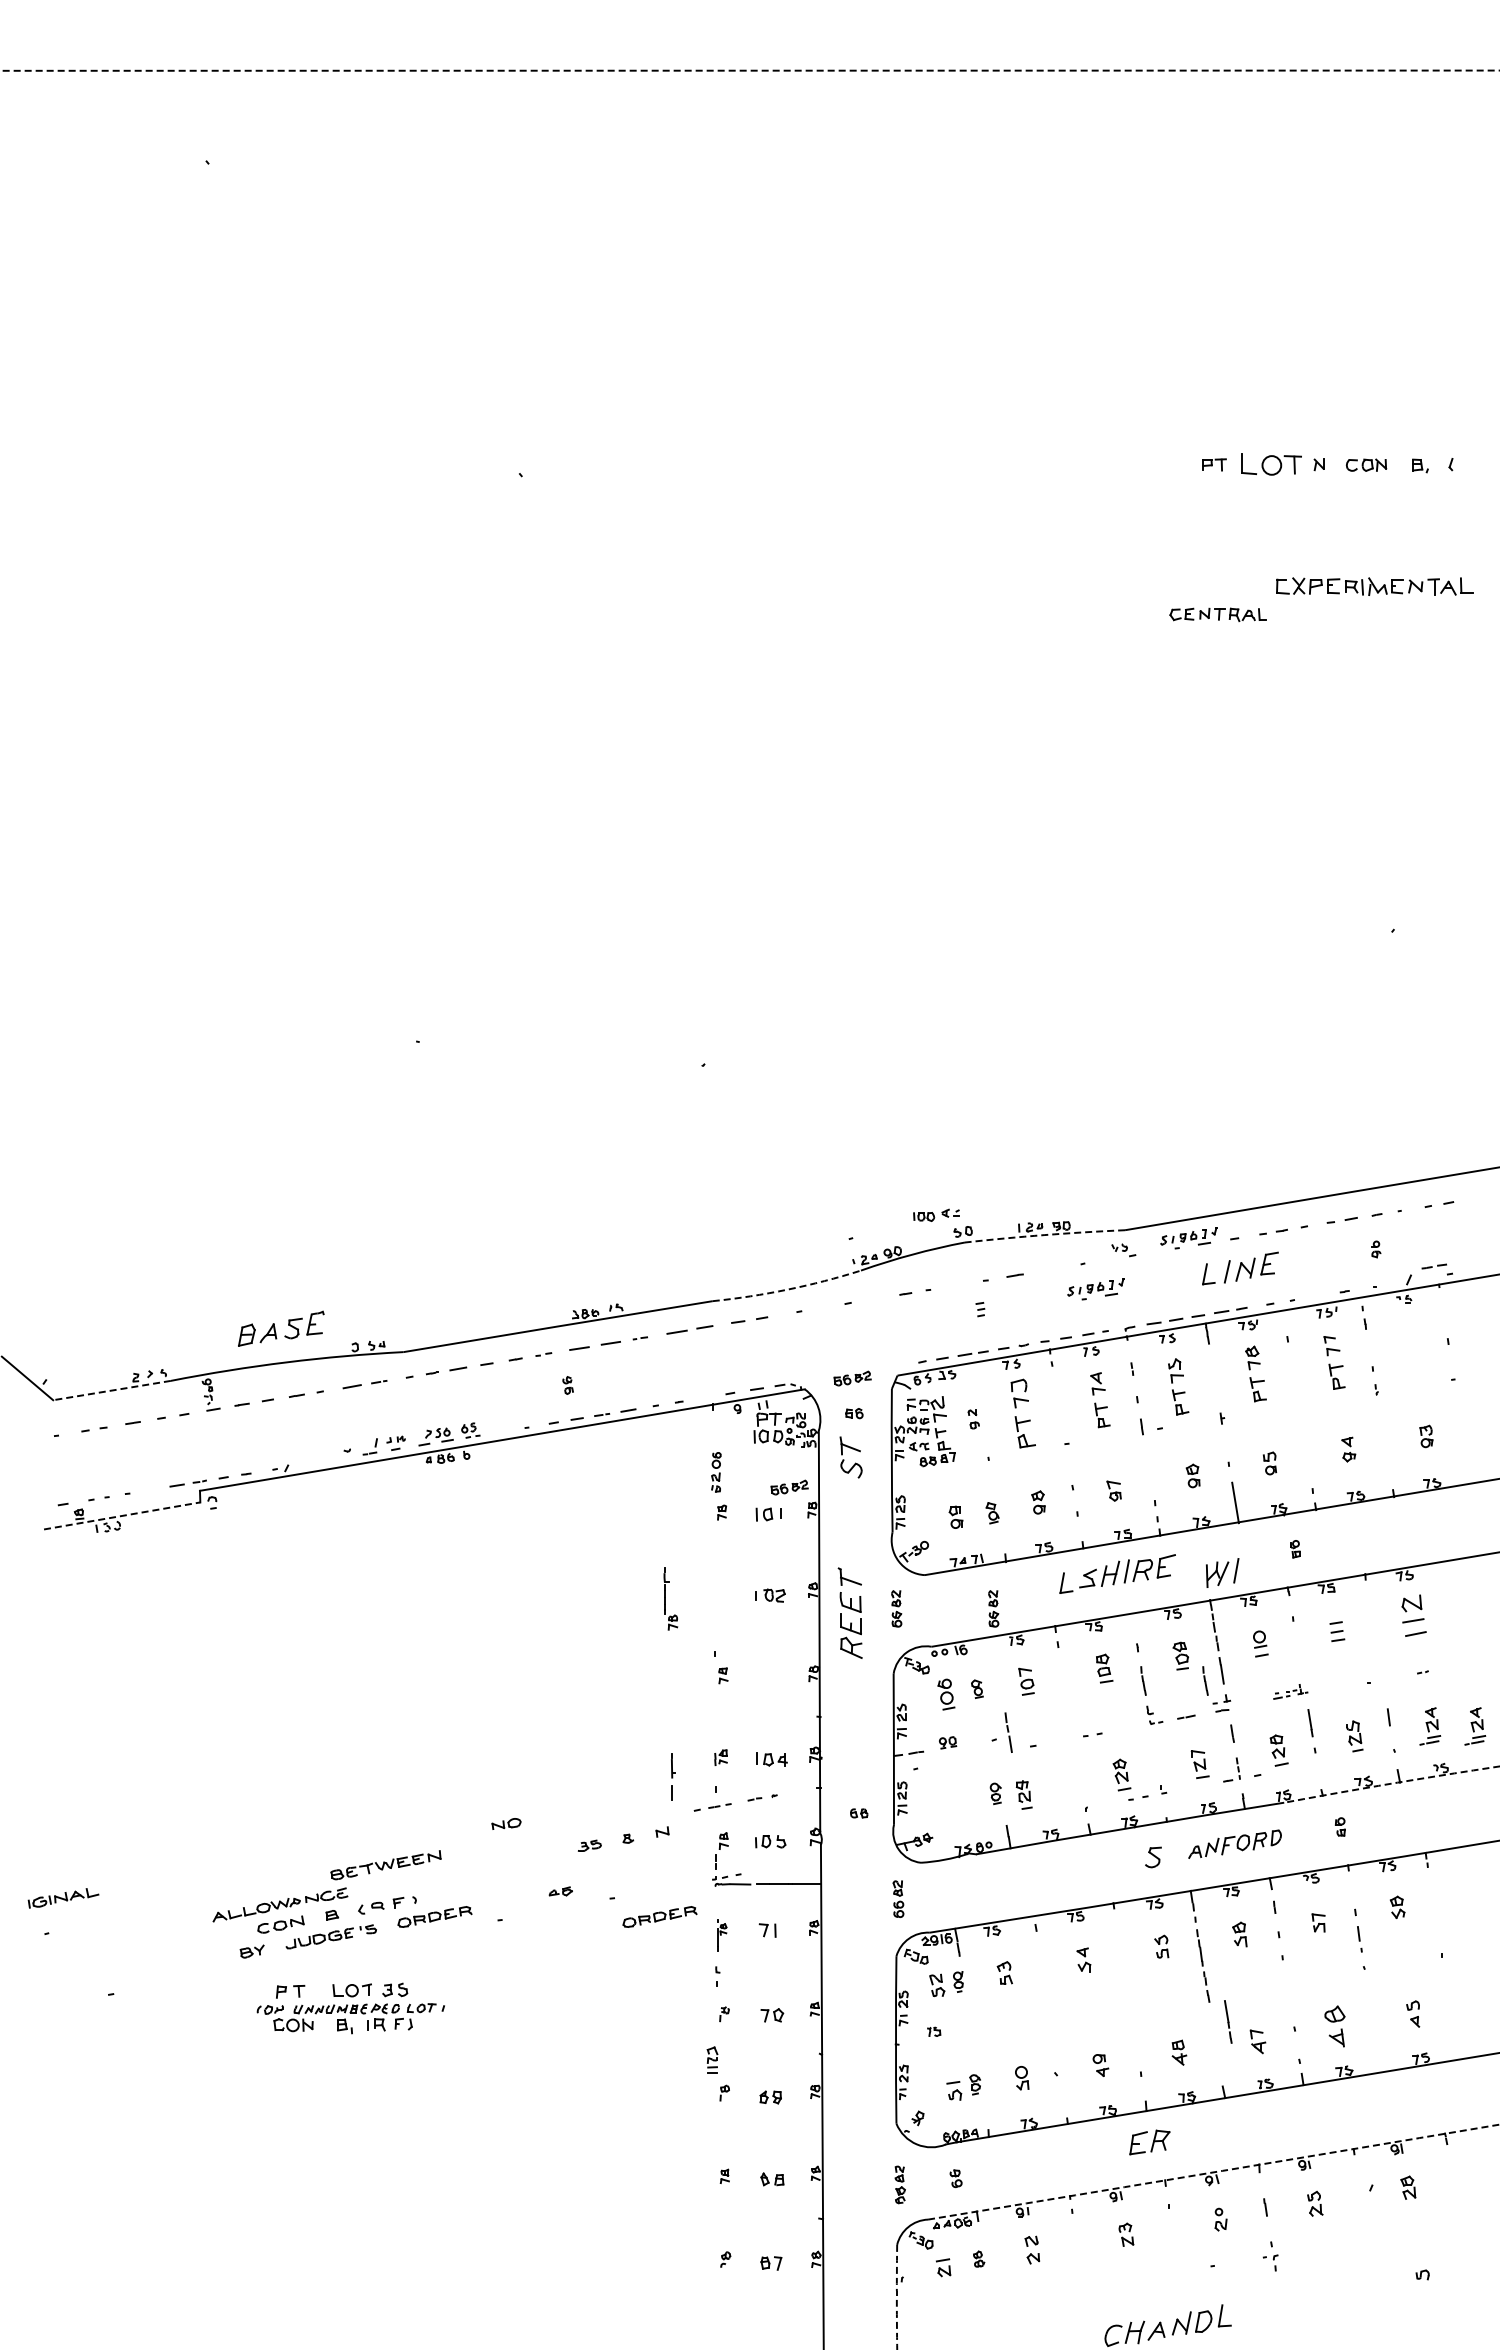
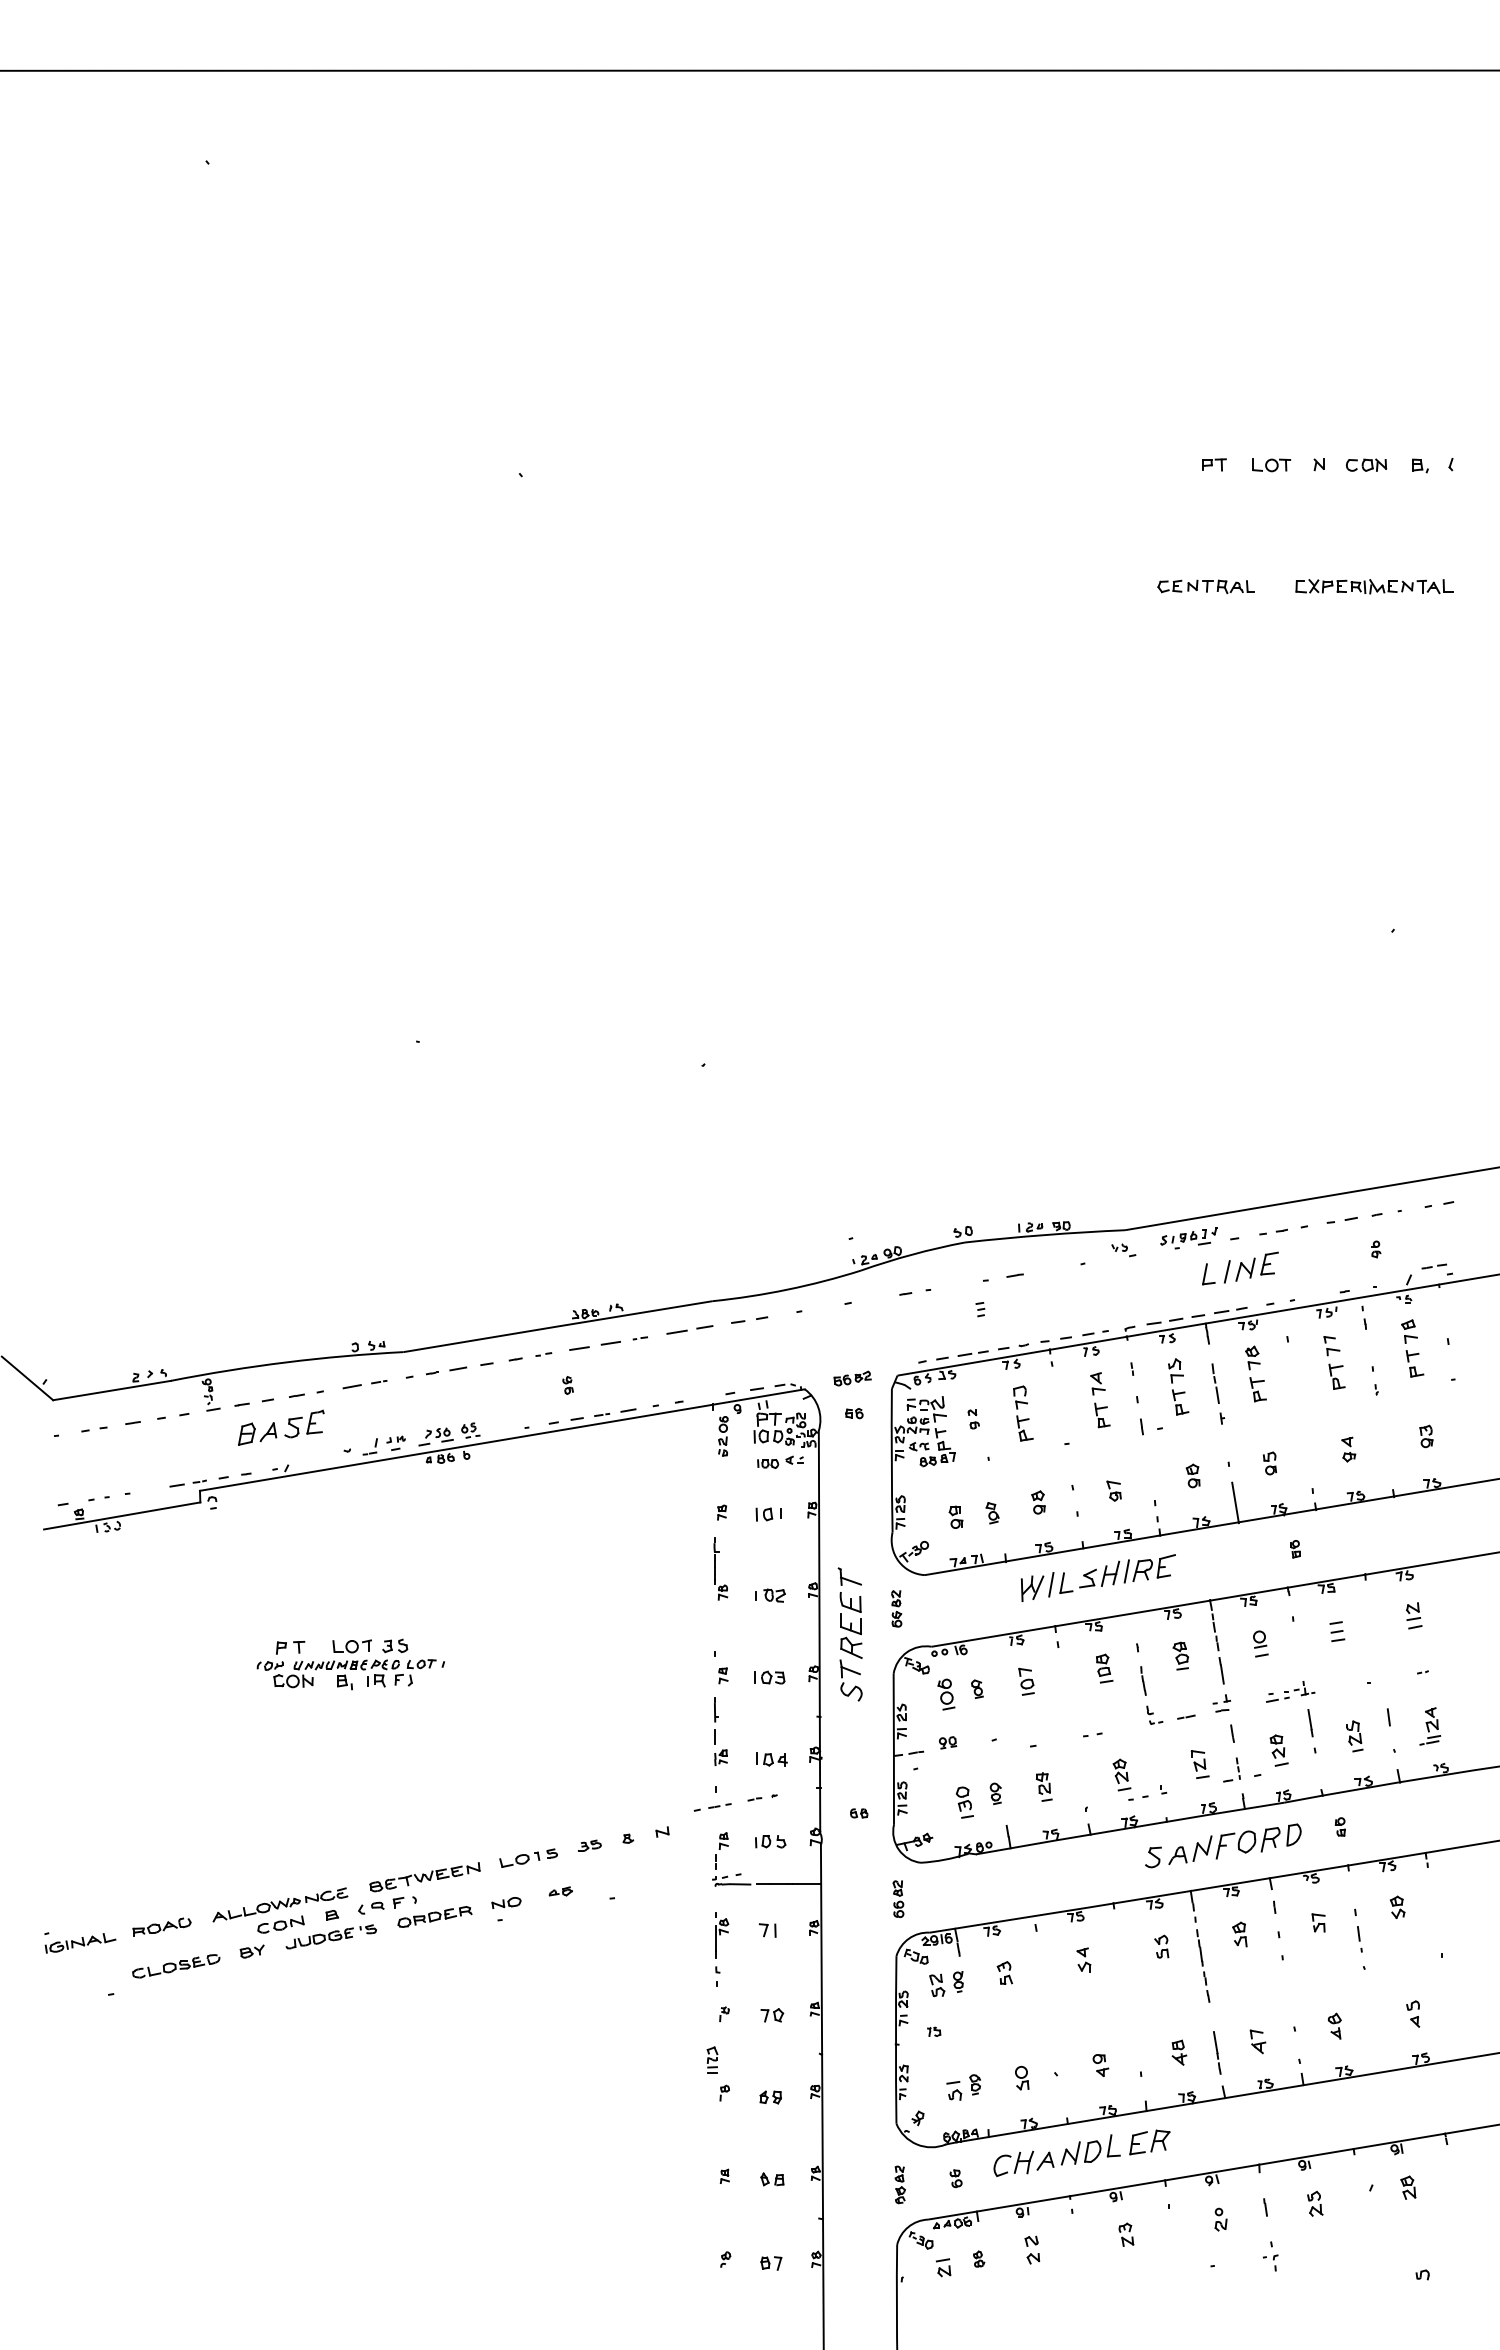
line at (750, 70): dashed -> solid
part at (1271, 464) size: 61x23 px -> 40x15 px
part at (1374, 586) size: 198x19 px -> 159x16 px
part at (1217, 614) position: (1217, 614) -> (1205, 586)
part at (936, 1214) position: (936, 1214) -> (780, 1461)
arc at (1044, 1235): dashed -> solid
arc at (787, 1289): dashed -> solid
part at (1095, 1289): present -> none
part at (281, 1328) position: (281, 1328) -> (281, 1427)
part at (1412, 1348): none -> present
line at (112, 1390): dashed -> solid
part at (1022, 1413) size: 26x71 px -> 21x57 px
part at (844, 1459) position: (844, 1459) -> (844, 1682)
part at (716, 1472) position: (716, 1472) -> (723, 1436)
part at (789, 1487): present -> none
line at (122, 1515): dashed -> solid
part at (1222, 1572) position: (1222, 1572) -> (1037, 1586)
part at (670, 1598) position: (670, 1598) -> (720, 1568)
part at (993, 1608): present -> none
part at (1413, 1615) size: 26x43 px -> 17x28 px
part at (769, 1677): none -> present
line at (1205, 1680): present -> none
part at (1290, 1691) size: 36x16 px -> 50x22 px
part at (1475, 1726): present -> none
line at (1008, 1732) position: (1008, 1732) -> (1215, 1383)
part at (673, 1776) position: (673, 1776) -> (716, 1720)
arc at (1391, 1783): dashed -> solid
part at (1024, 1794) position: (1024, 1794) -> (1044, 1786)
part at (964, 1802): none -> present
part at (506, 1823) position: (506, 1823) -> (506, 1902)
part at (1234, 1843) size: 94x30 px -> 134x43 px
part at (528, 1857): none -> present
part at (385, 1865) position: (385, 1865) -> (424, 1877)
part at (63, 1898) position: (63, 1898) -> (80, 1943)
part at (659, 1916): present -> none
part at (161, 1926): none -> present
part at (722, 1935) size: 11x33 px -> 15x47 px
part at (176, 1966): none -> present
part at (350, 2008) position: (350, 2008) -> (350, 1664)
line at (1228, 2021) position: (1228, 2021) -> (1217, 2052)
part at (1334, 2026) size: 22x43 px -> 15x28 px
arc at (1213, 2172): dashed -> solid
arc at (896, 2297): dashed -> solid
part at (1167, 2325) position: (1167, 2325) -> (1056, 2155)
